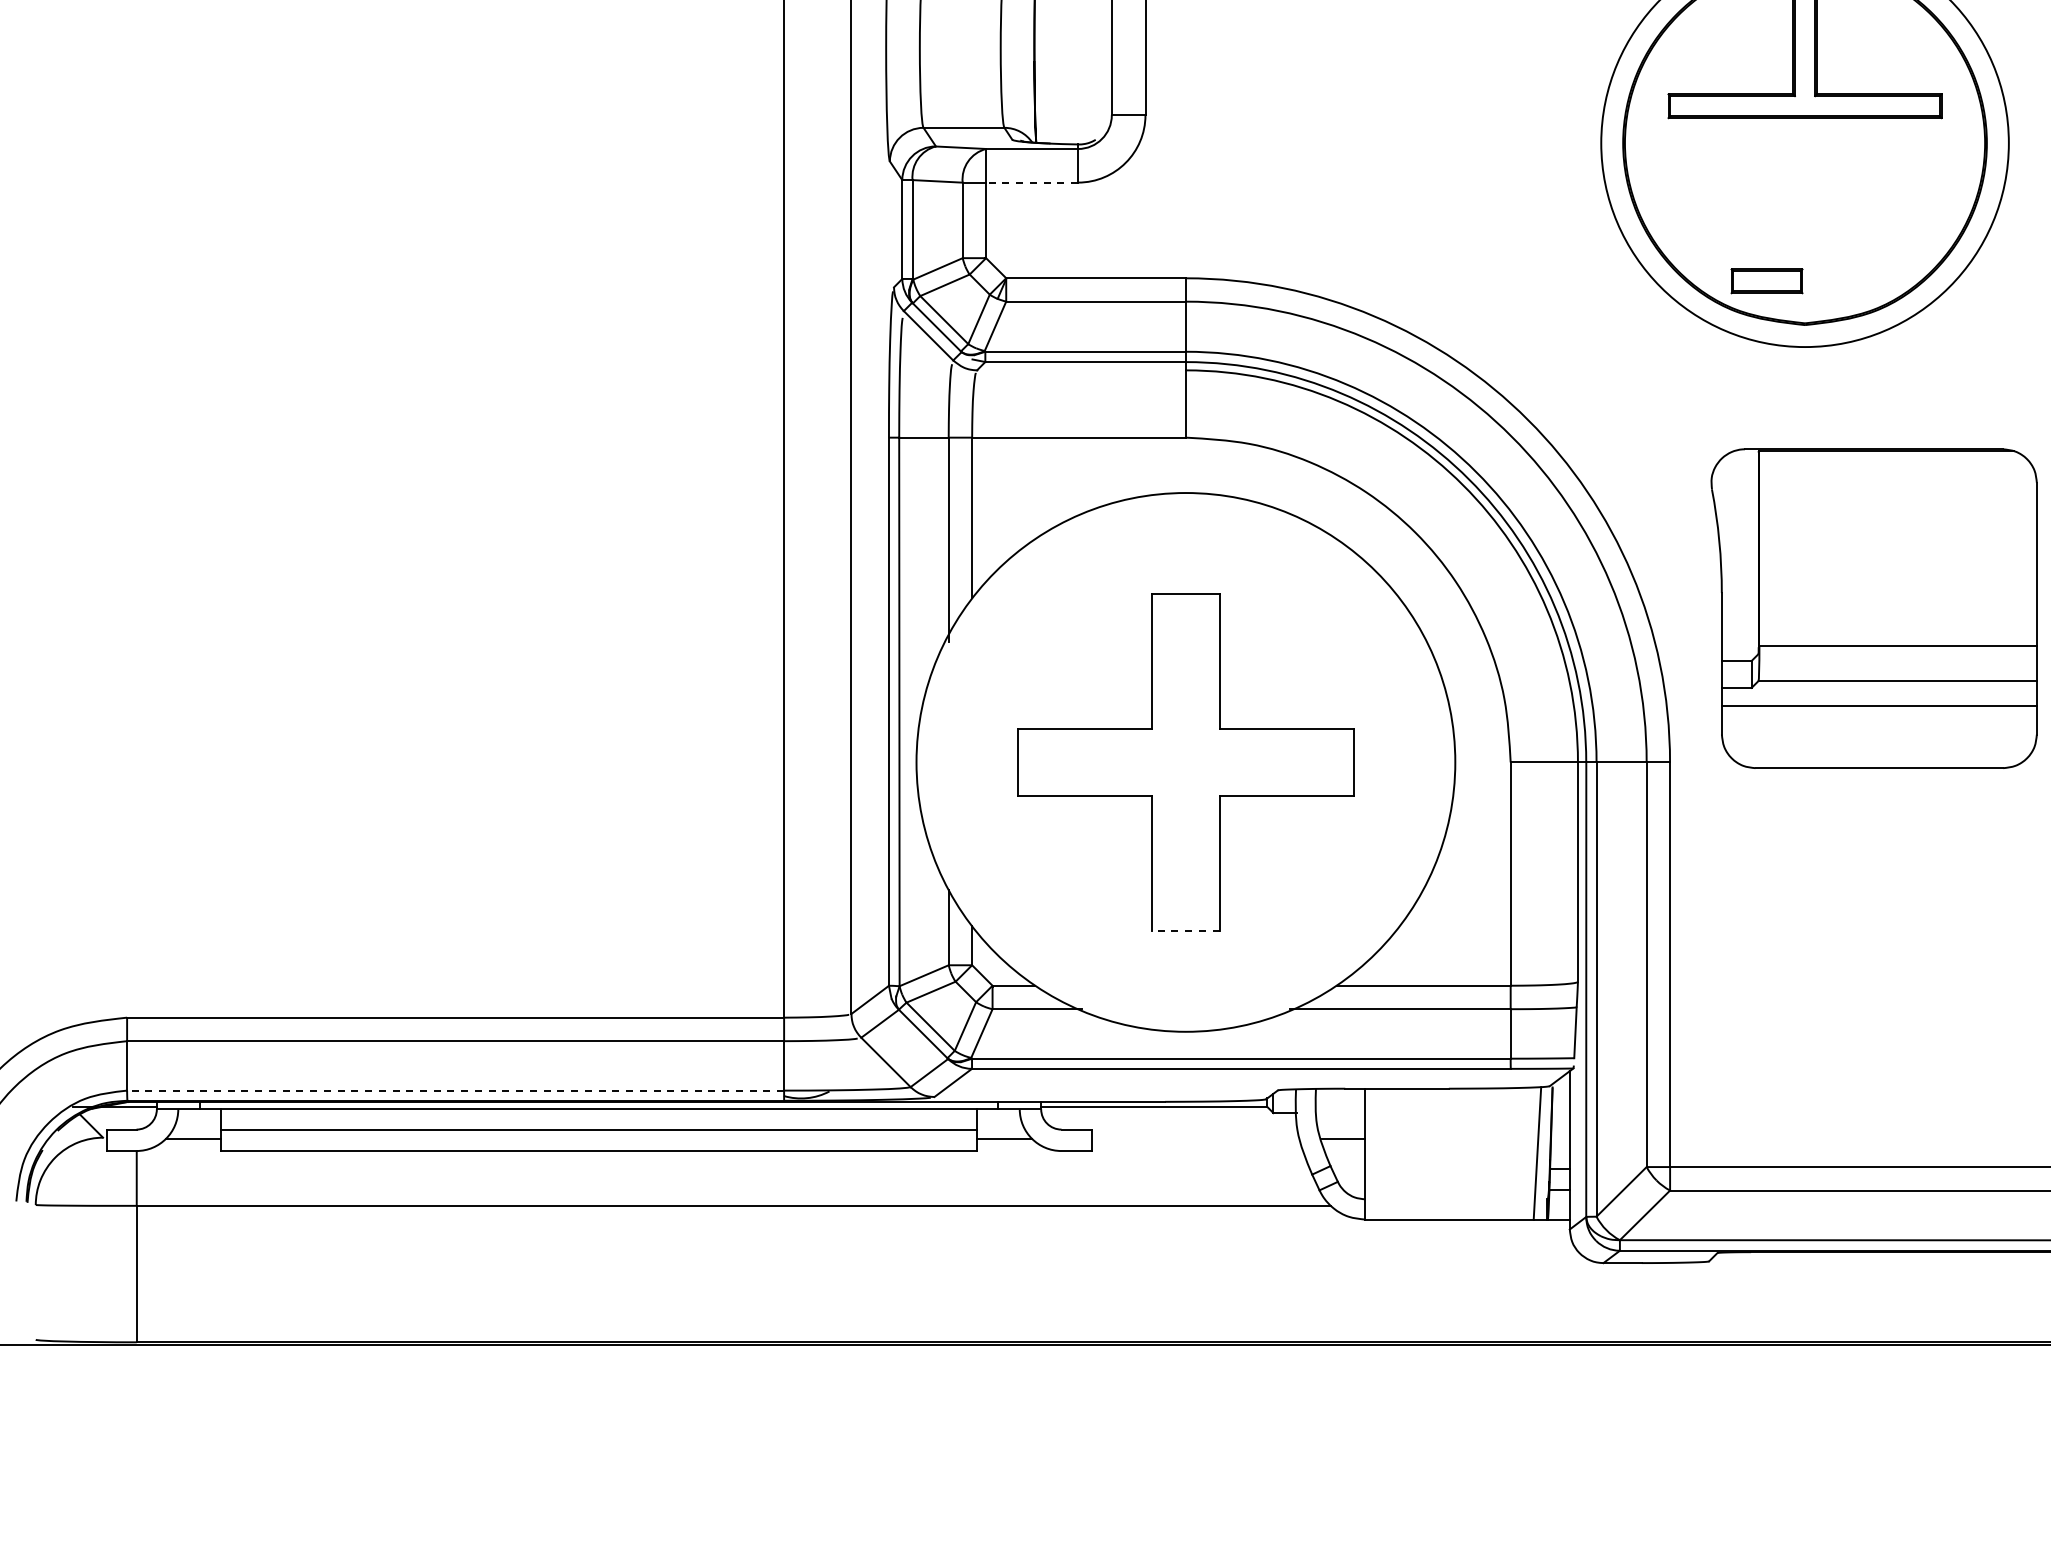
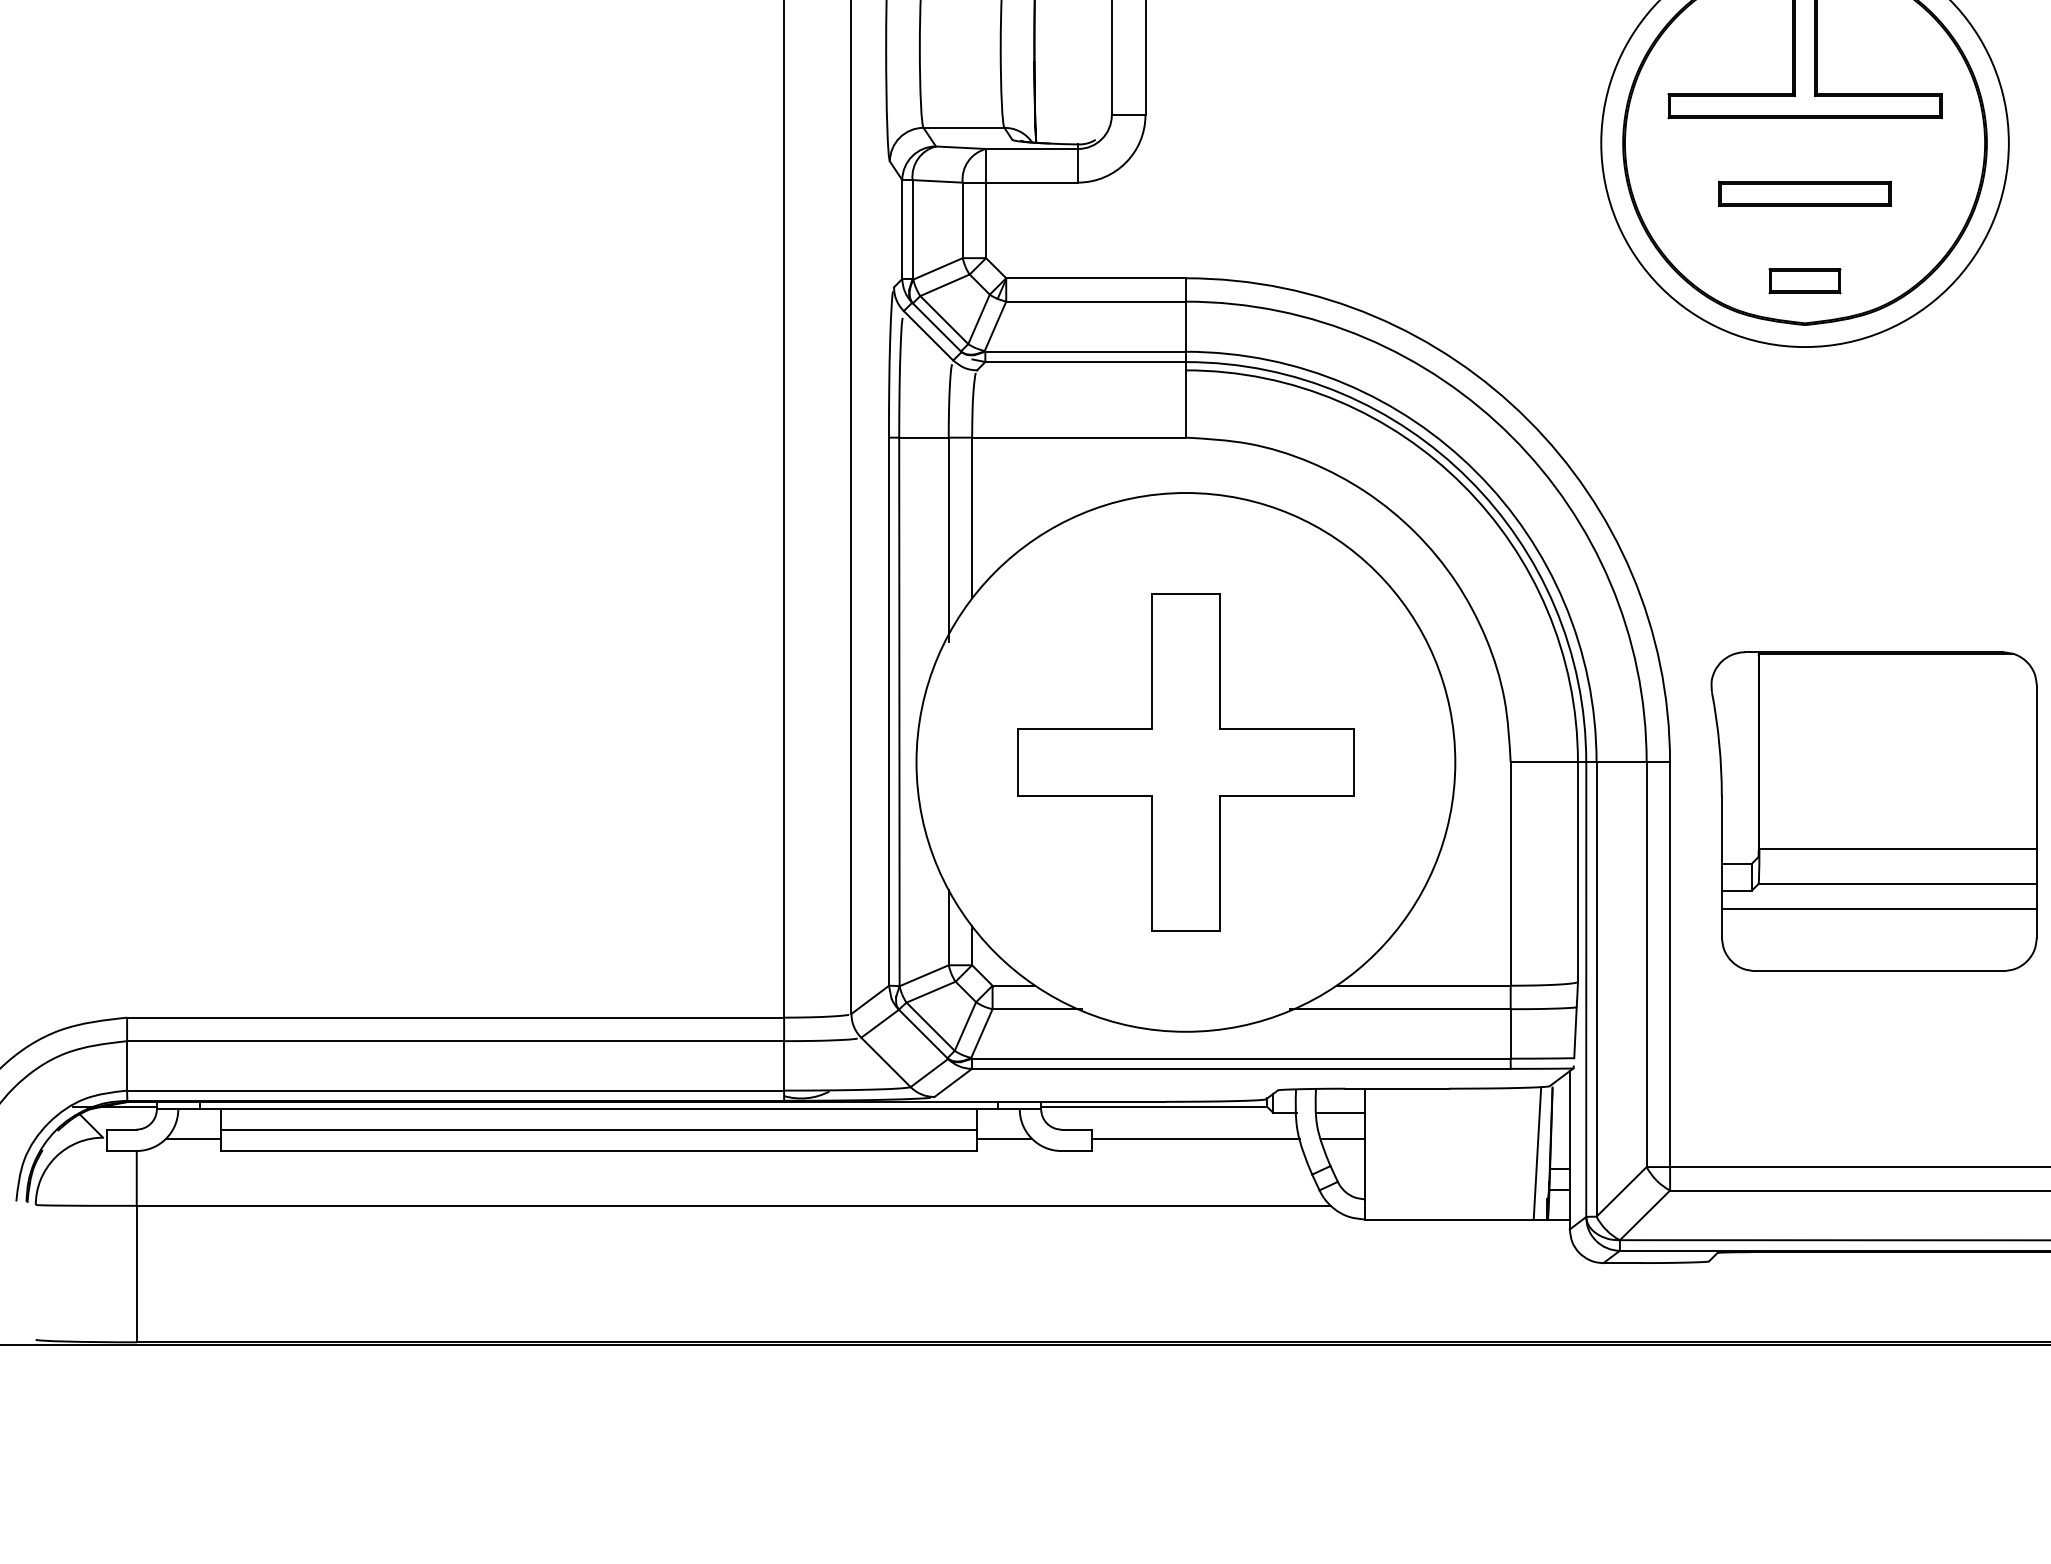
line at (1031, 182): dashed -> solid
part at (1804, 193): none -> present
part at (1766, 281) position: (1766, 281) -> (1804, 281)
part at (1873, 608) position: (1873, 608) -> (1873, 811)
line at (1185, 930): dashed -> solid
line at (455, 1090): dashed -> solid
line at (1340, 1113): none -> present
line at (1195, 1138): none -> present
